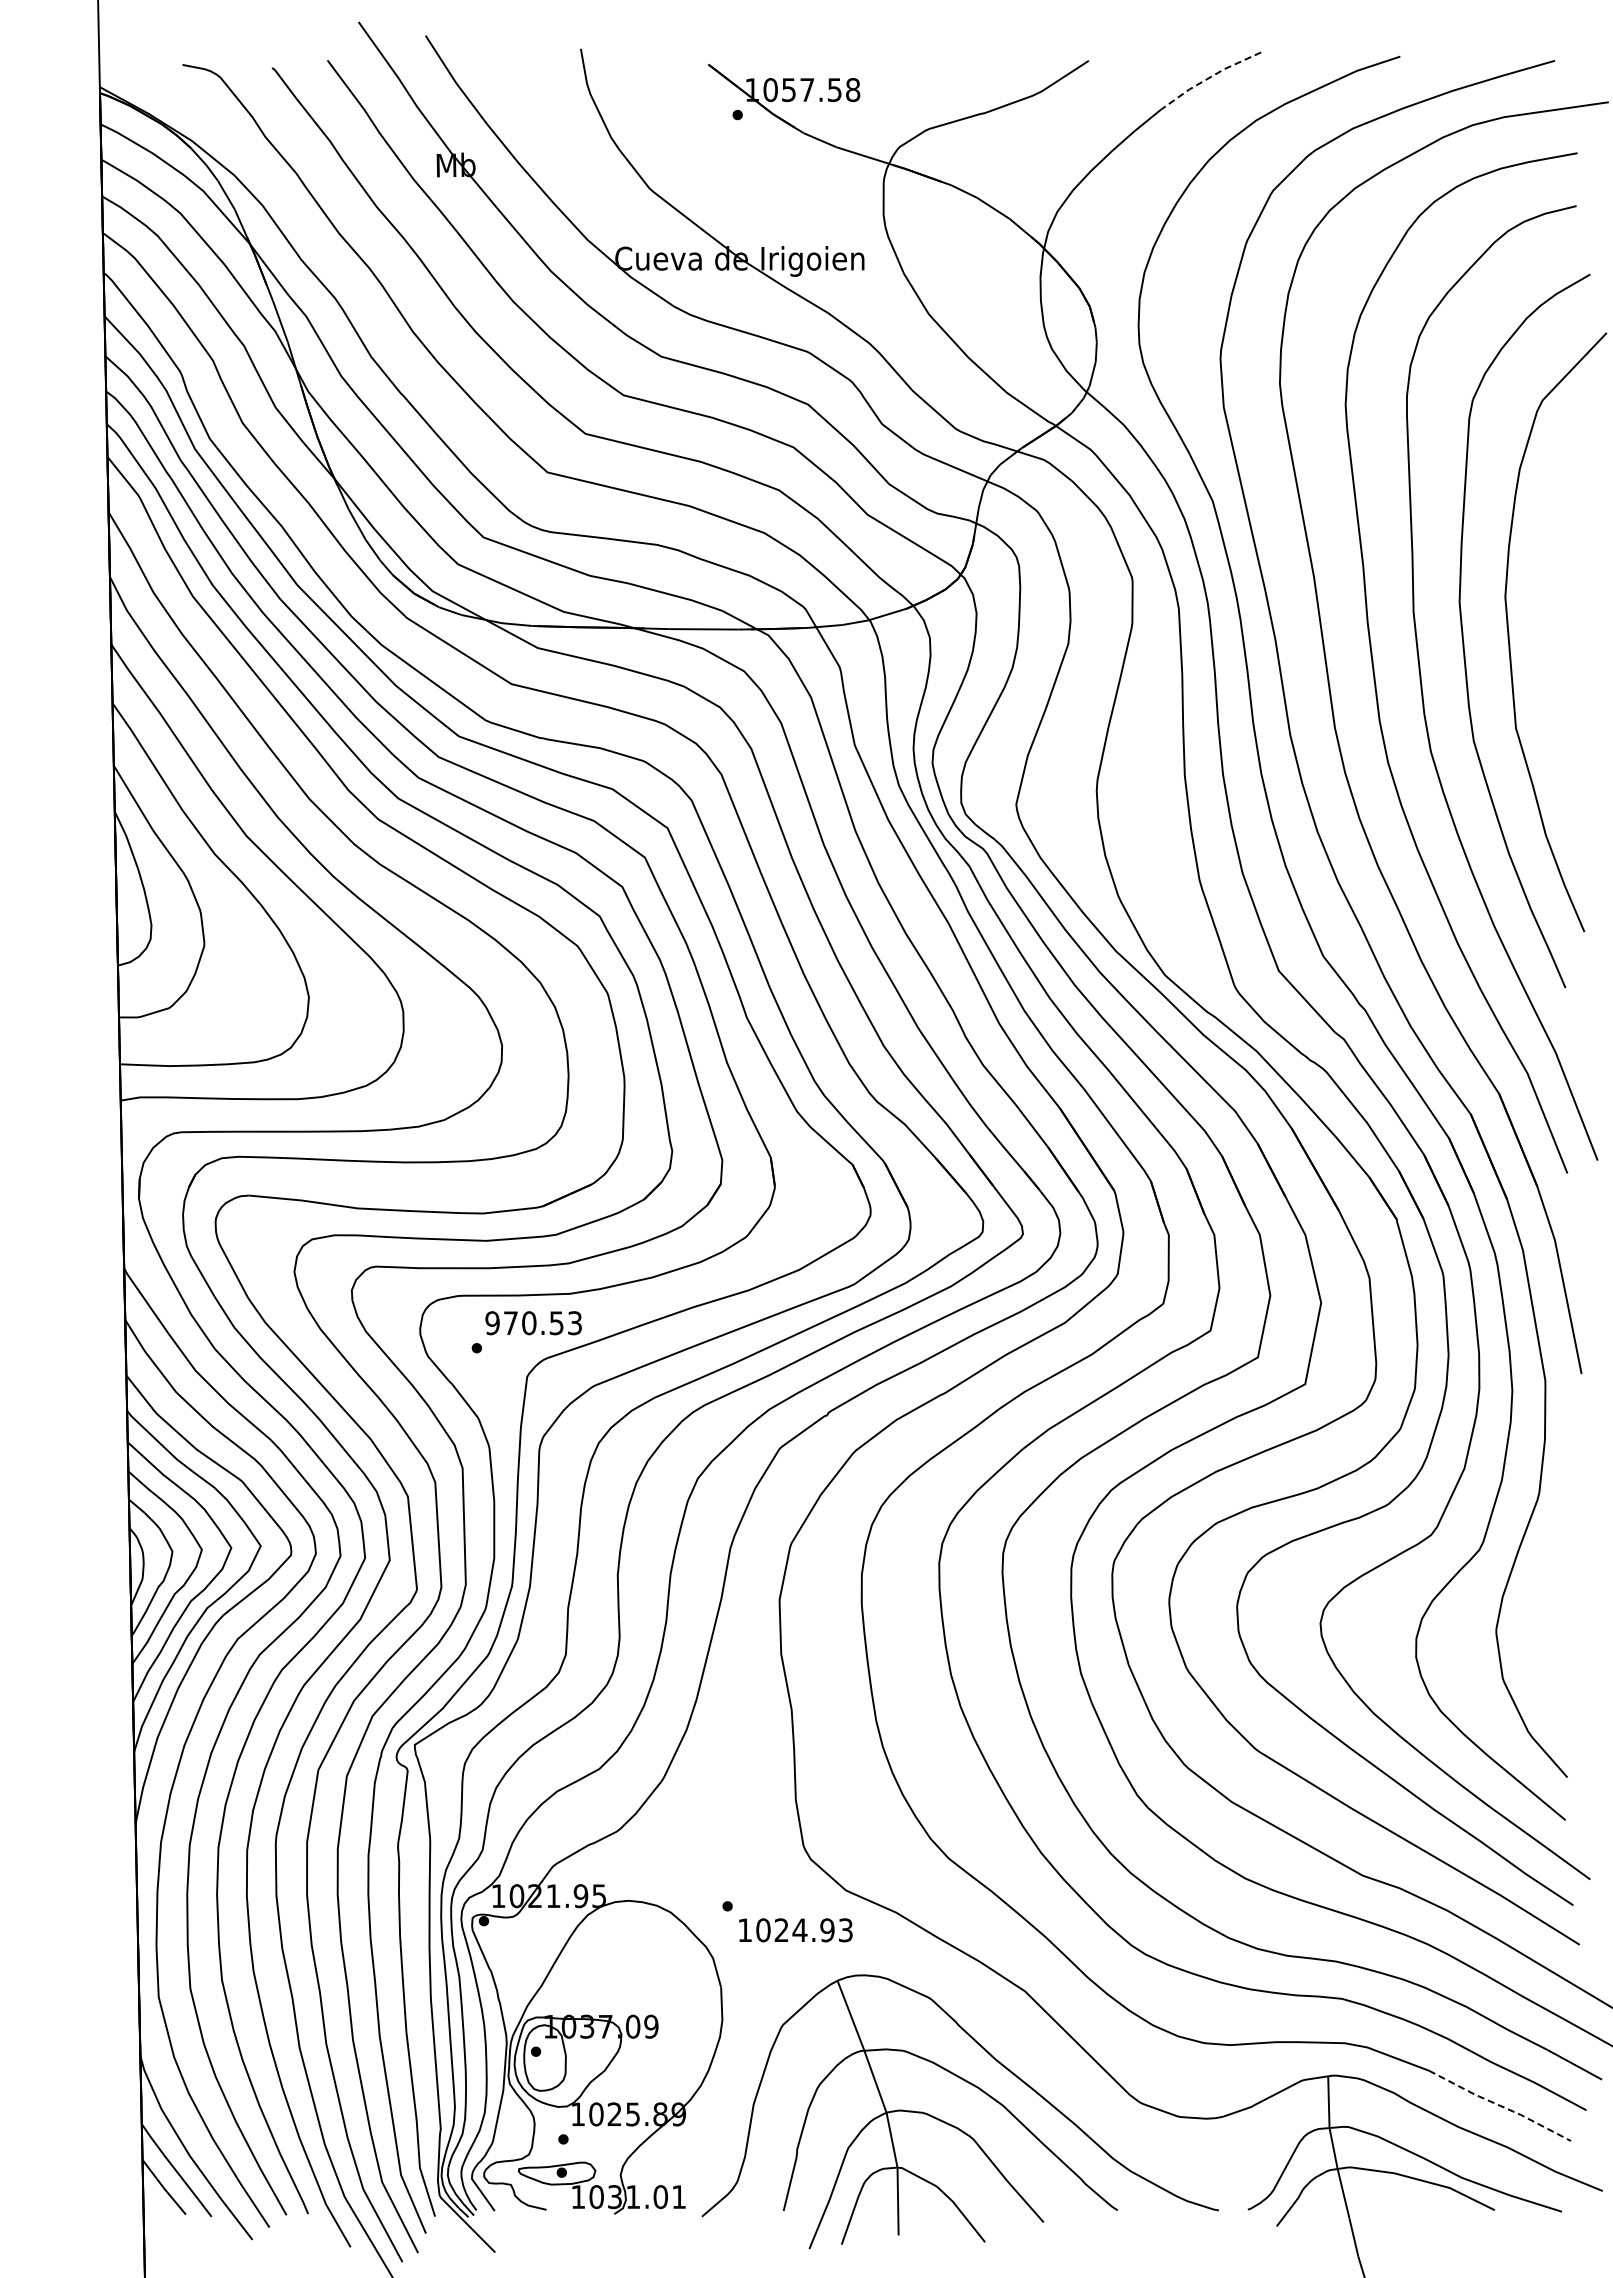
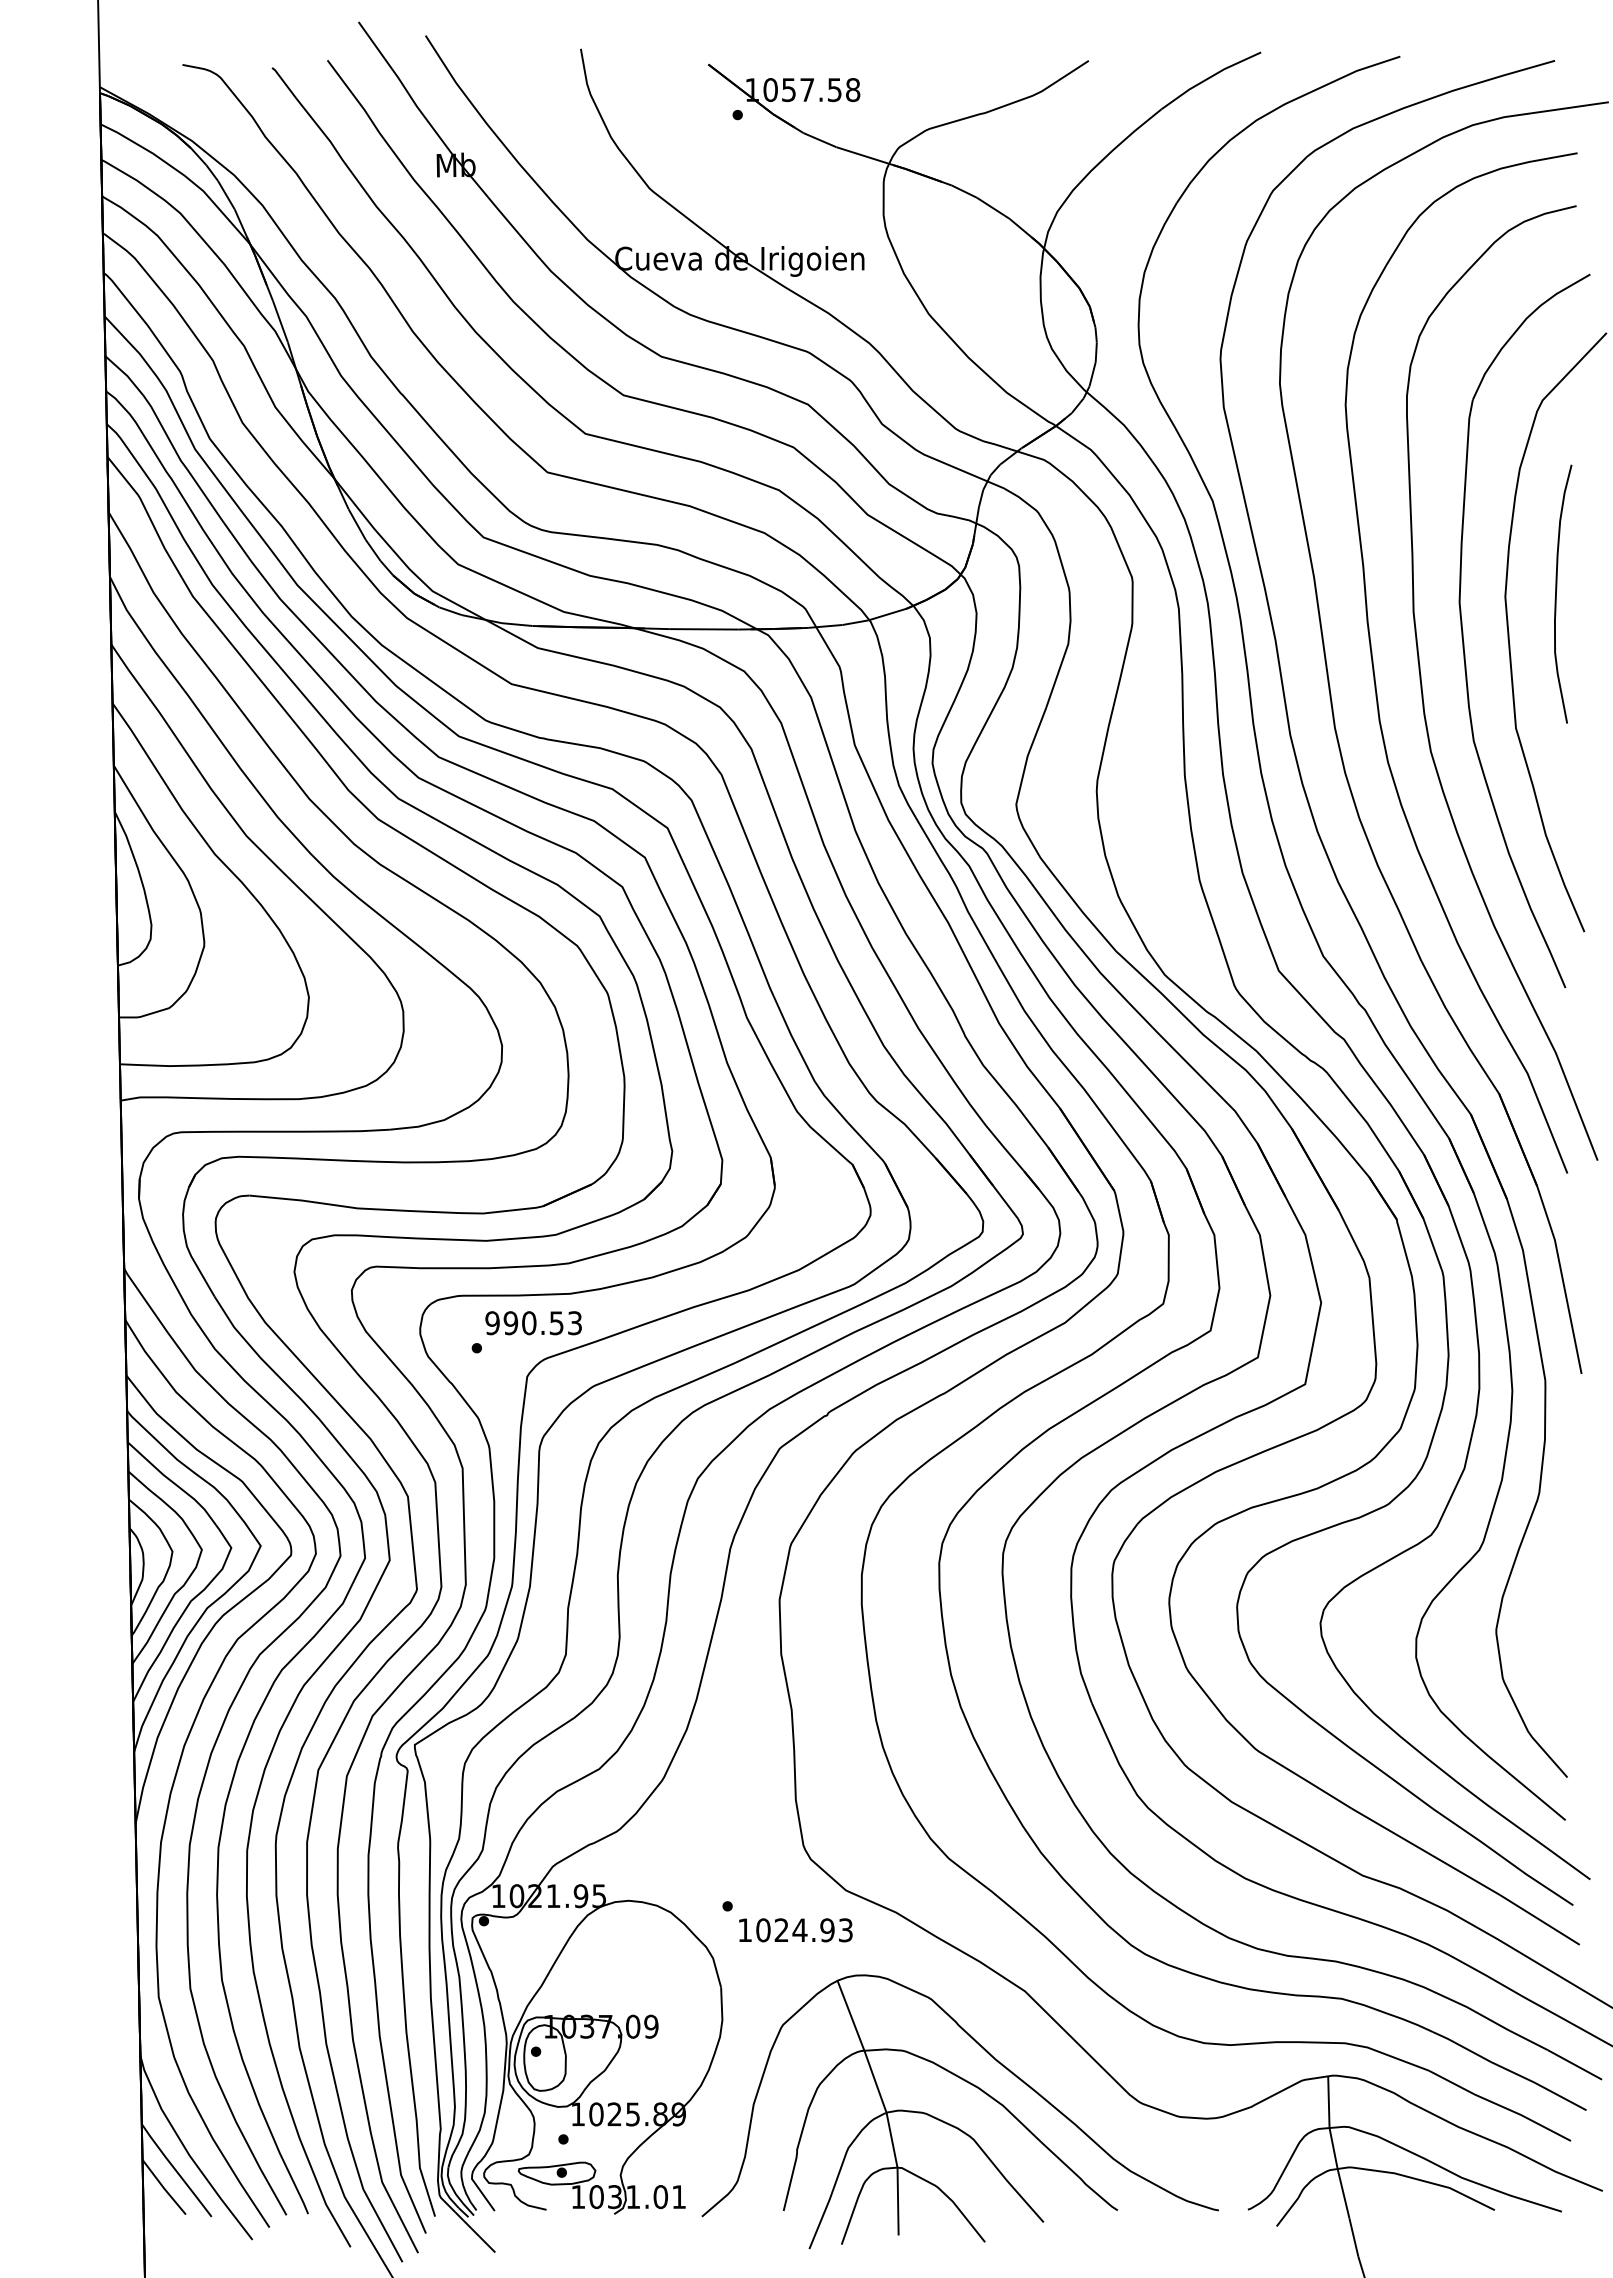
line at (1209, 78): dashed -> solid
curve at (1556, 593): none -> present
text at (510, 1323): 970.53 -> 990.53
line at (1500, 2105): dashed -> solid
